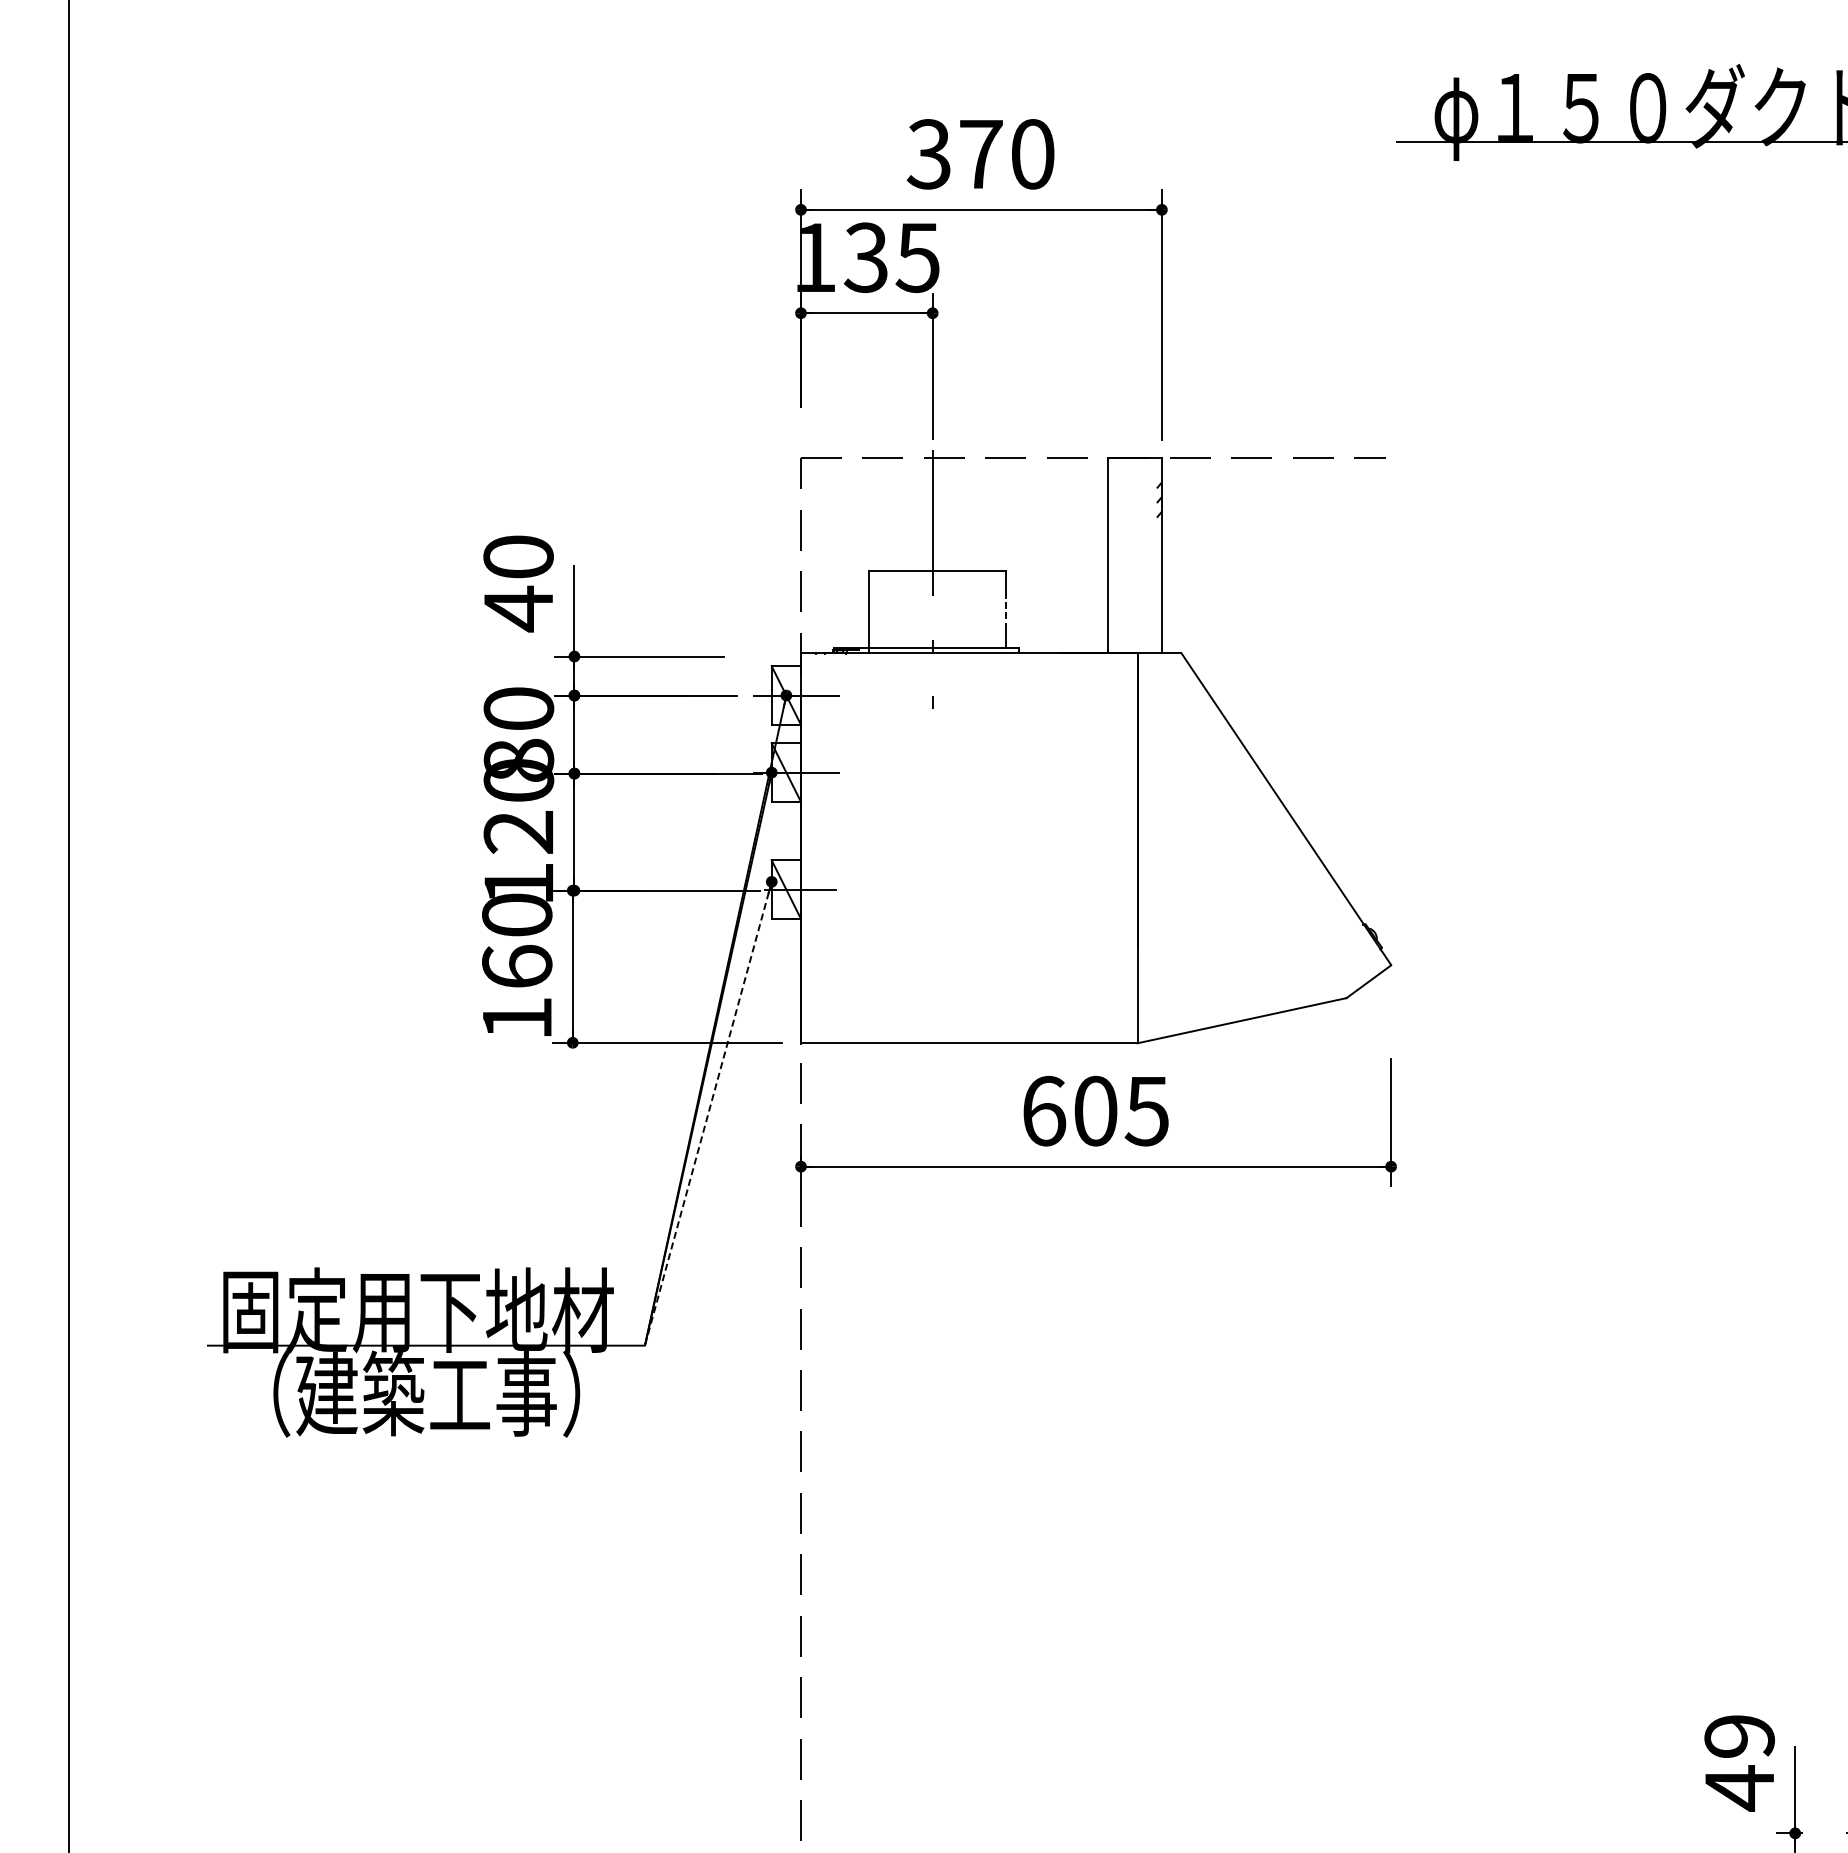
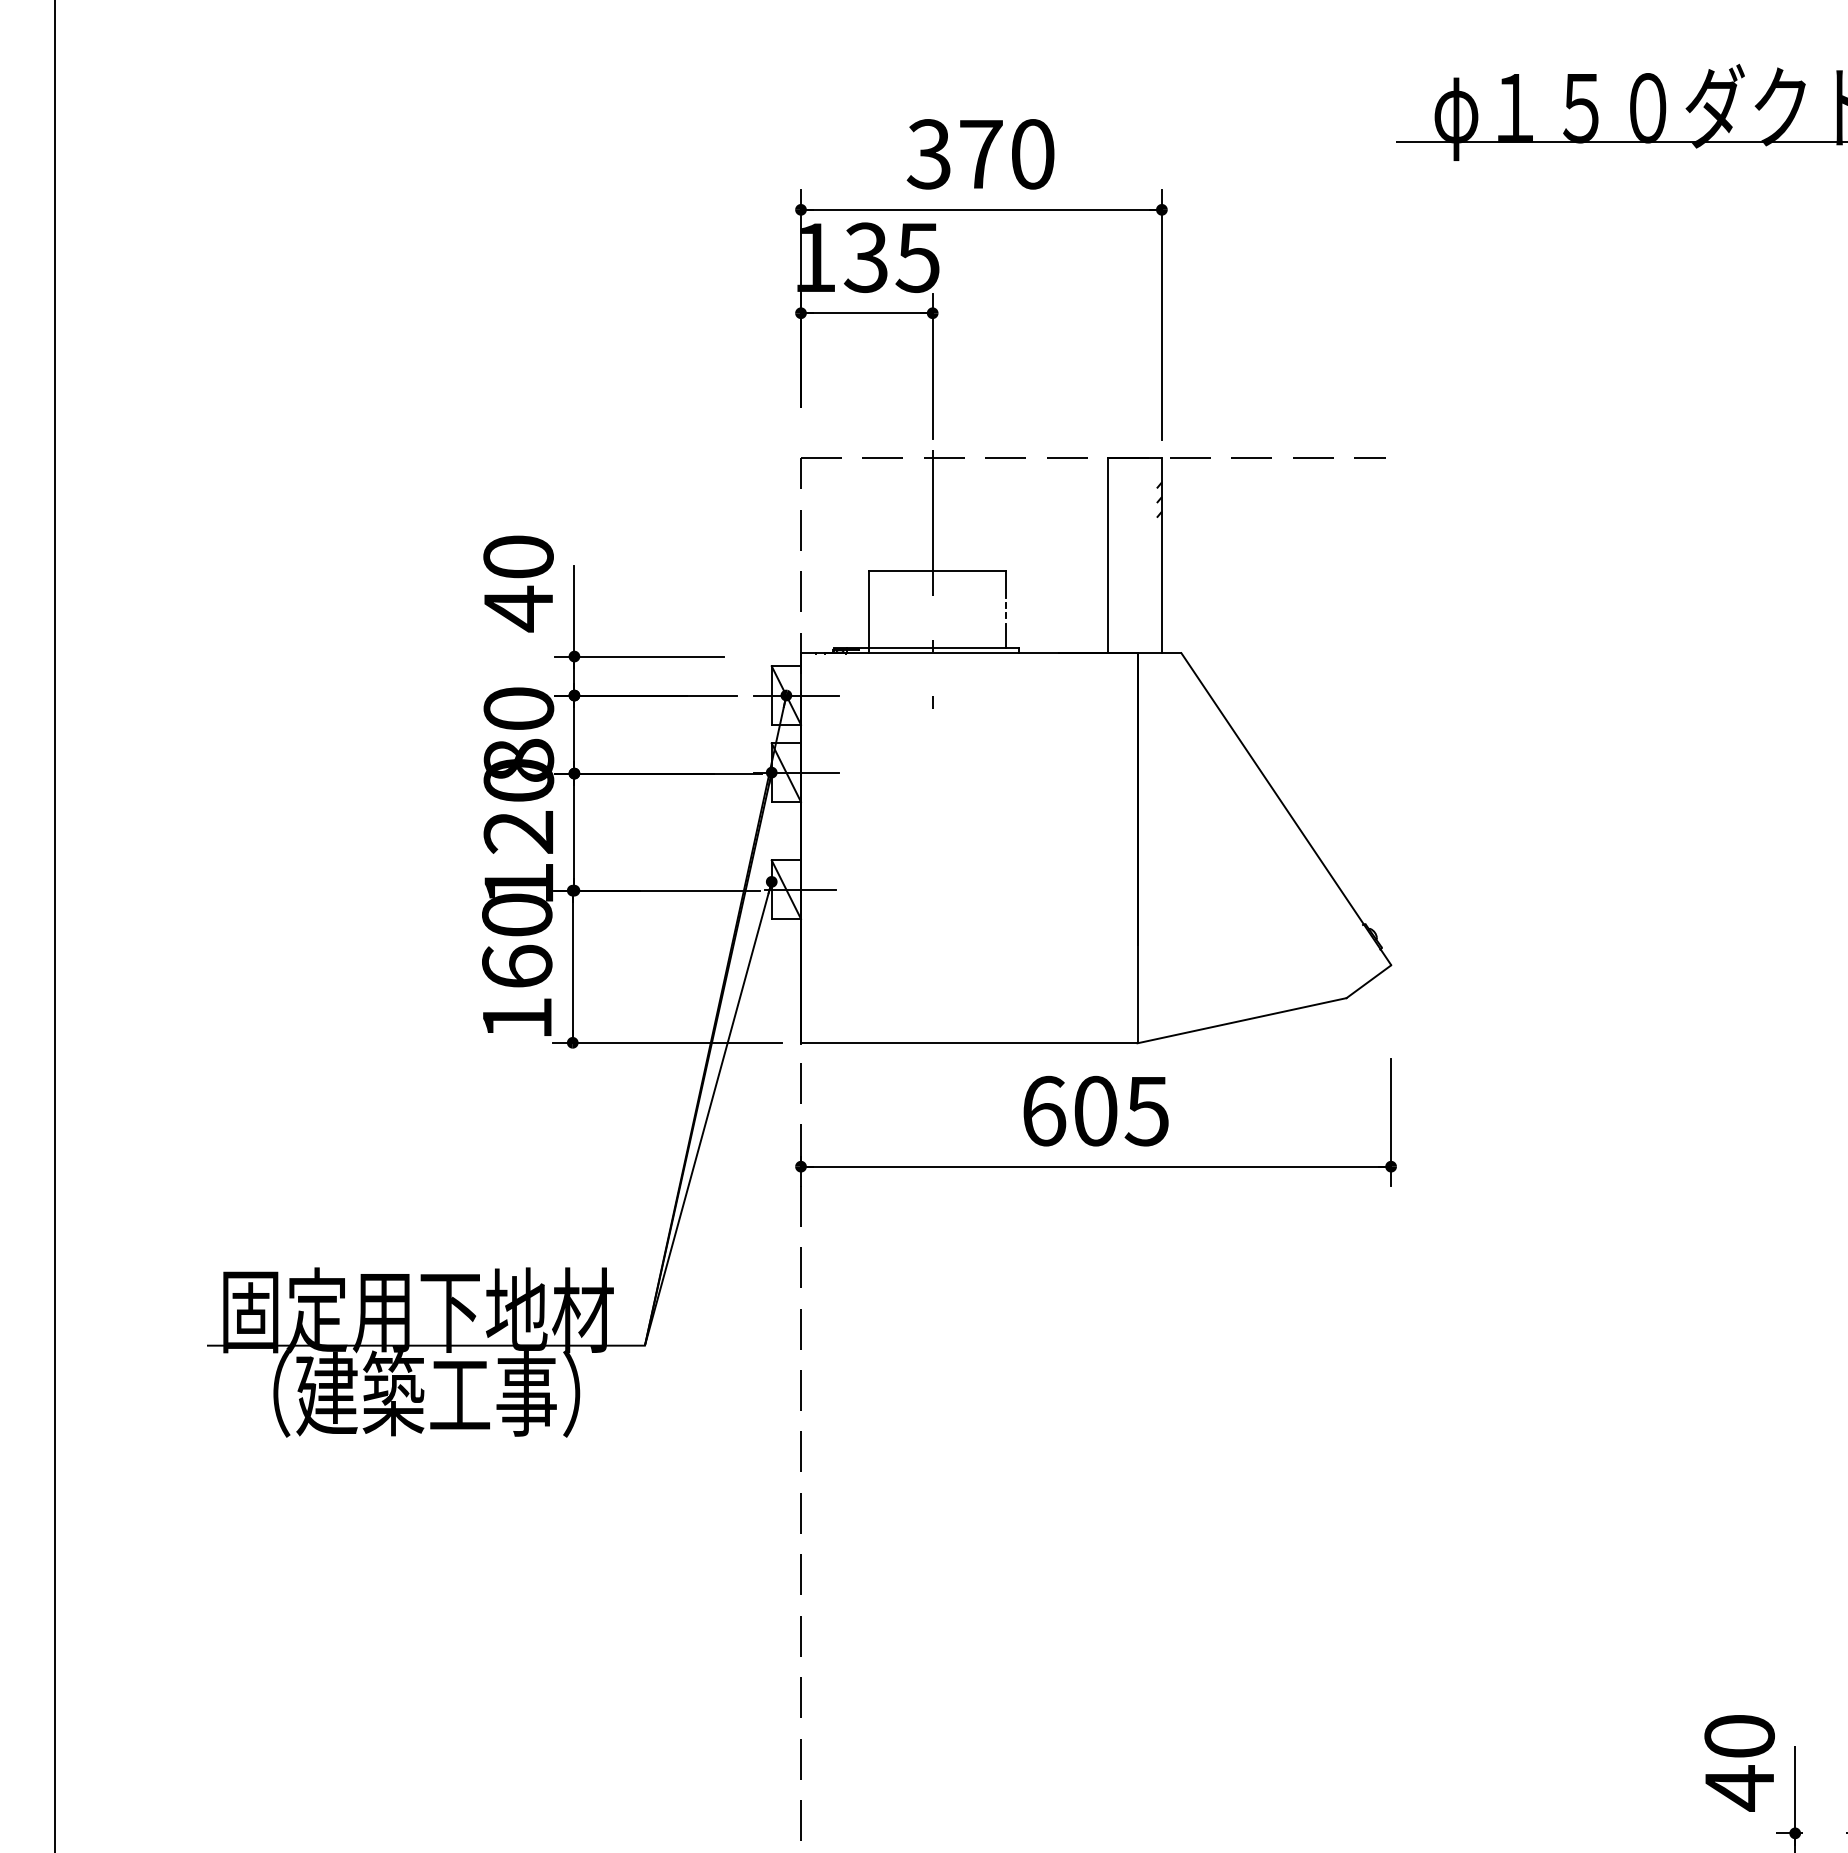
line at (69, 925) position: (69, 925) -> (55, 925)
line at (708, 1114): dashed -> solid
text at (1739, 1736): 49 -> 40
